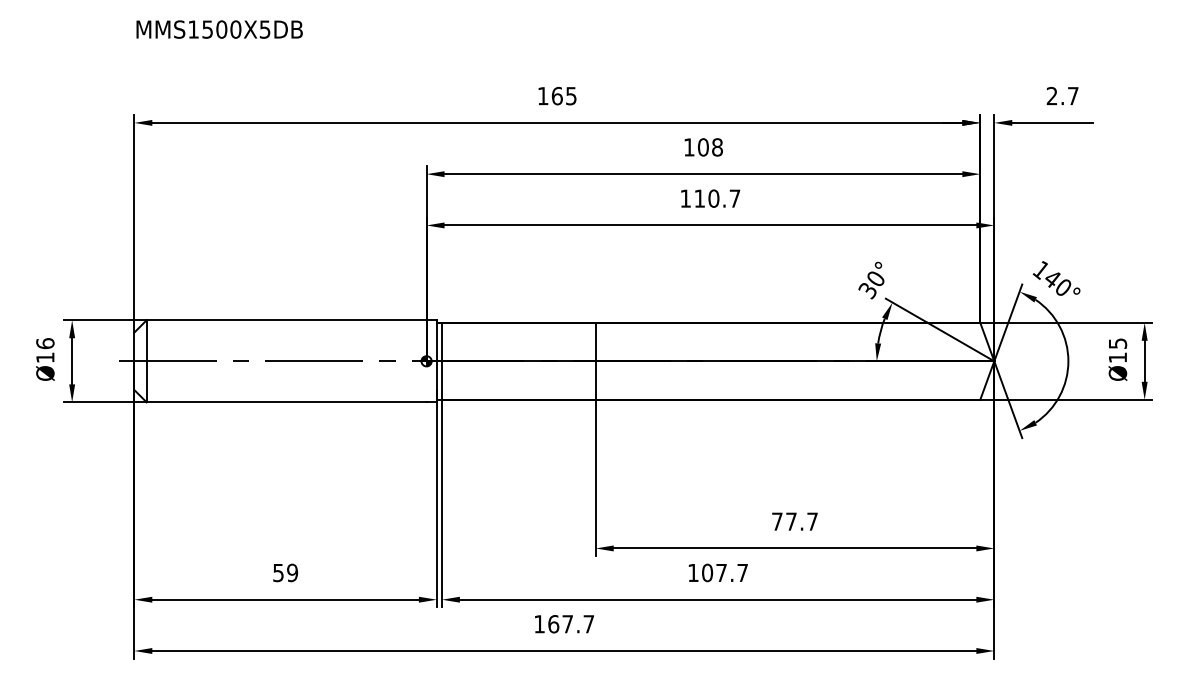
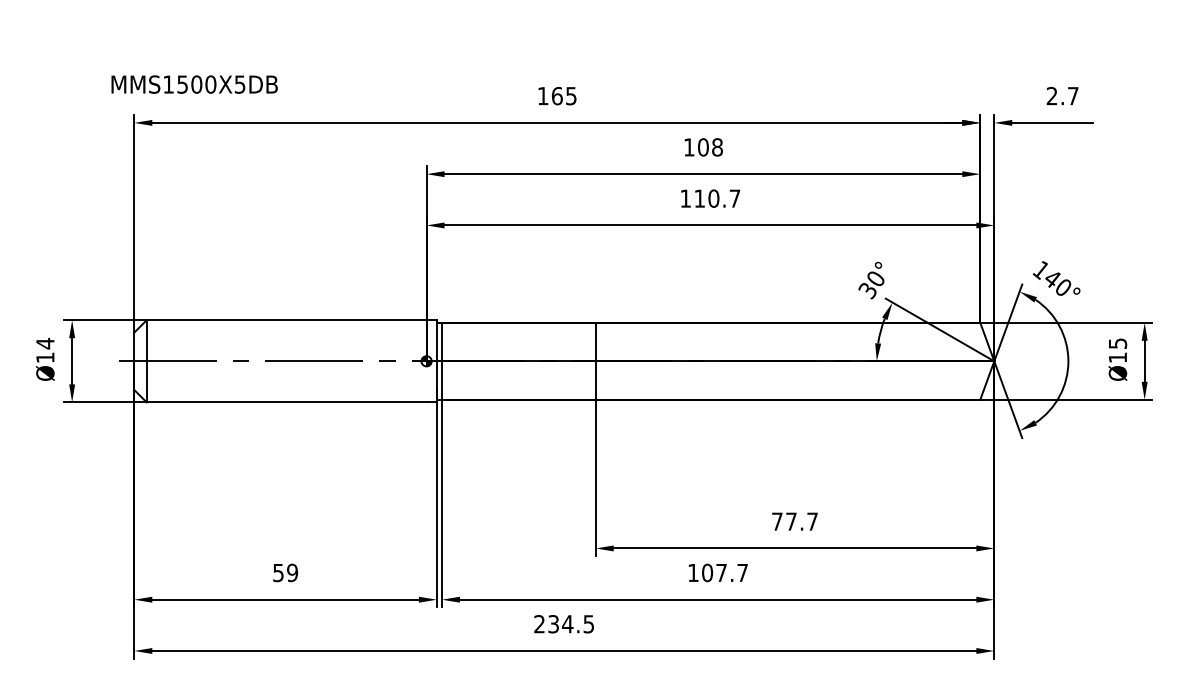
text at (219, 29) position: (219, 29) -> (194, 84)
text at (45, 343): Ø16 -> Ø14
text at (563, 624): 167.7 -> 234.5
